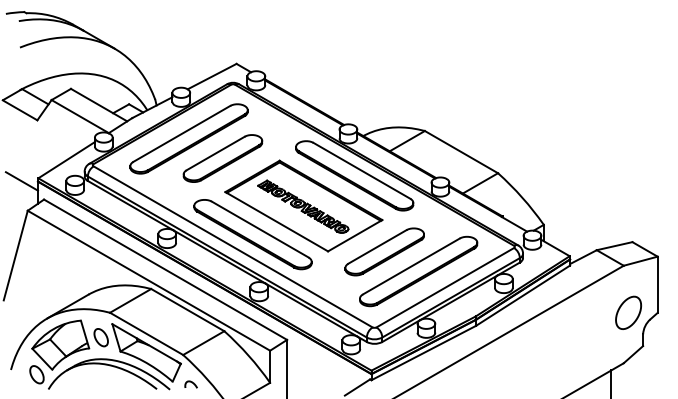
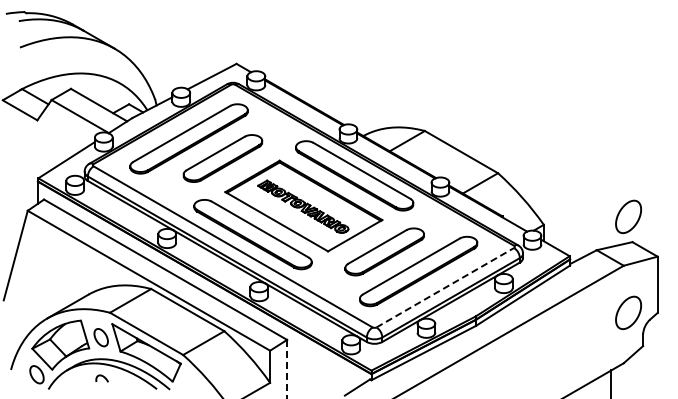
line at (21, 181): present -> none
part at (628, 216): none -> present
line at (445, 287): solid -> dashed
line at (287, 369): solid -> dashed
curve at (191, 383) position: (191, 383) -> (102, 377)
